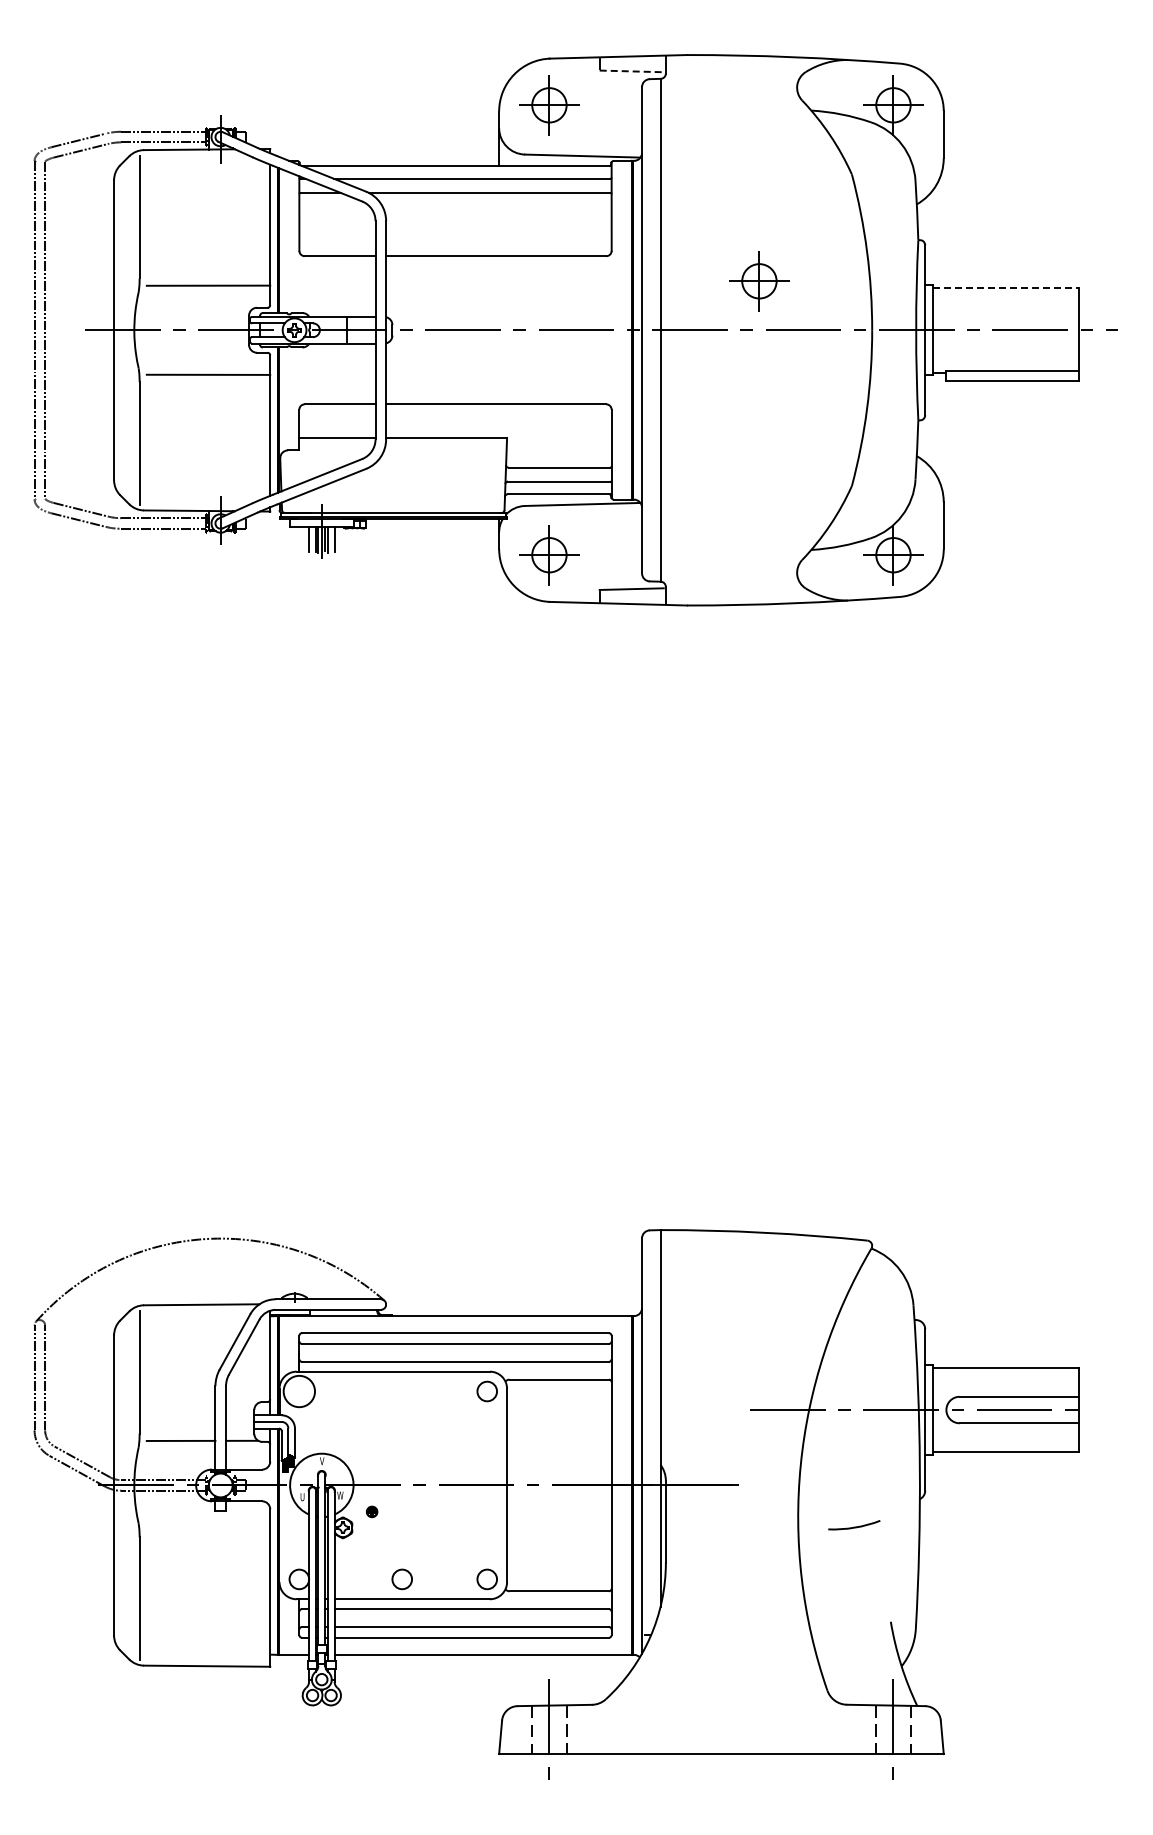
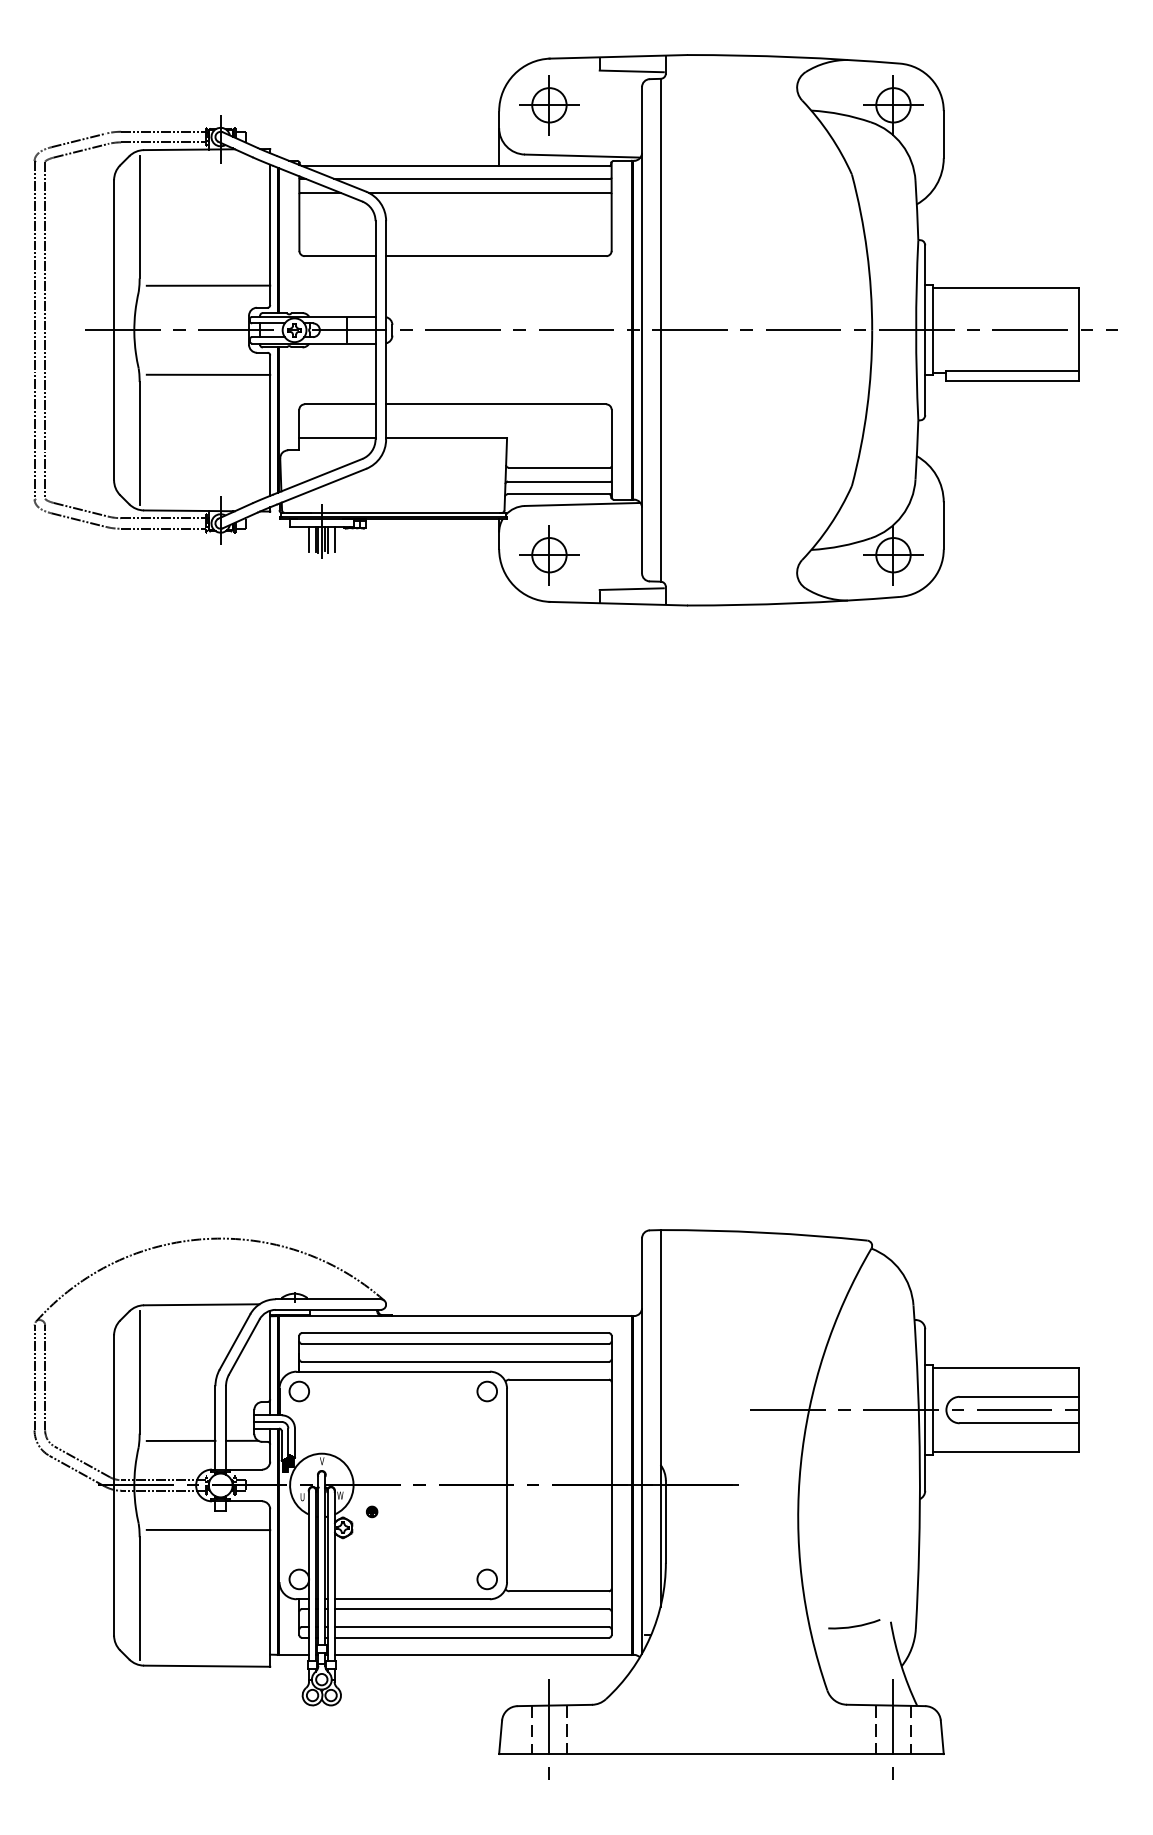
line at (632, 71): dashed -> solid
part at (759, 281): present -> none
line at (1005, 287): dashed -> solid
circle at (299, 1391) diameter: 31 px -> 20 px
arc at (854, 1526) position: (854, 1526) -> (854, 1625)
line at (208, 1529): none -> present
circle at (401, 1579): present -> none
